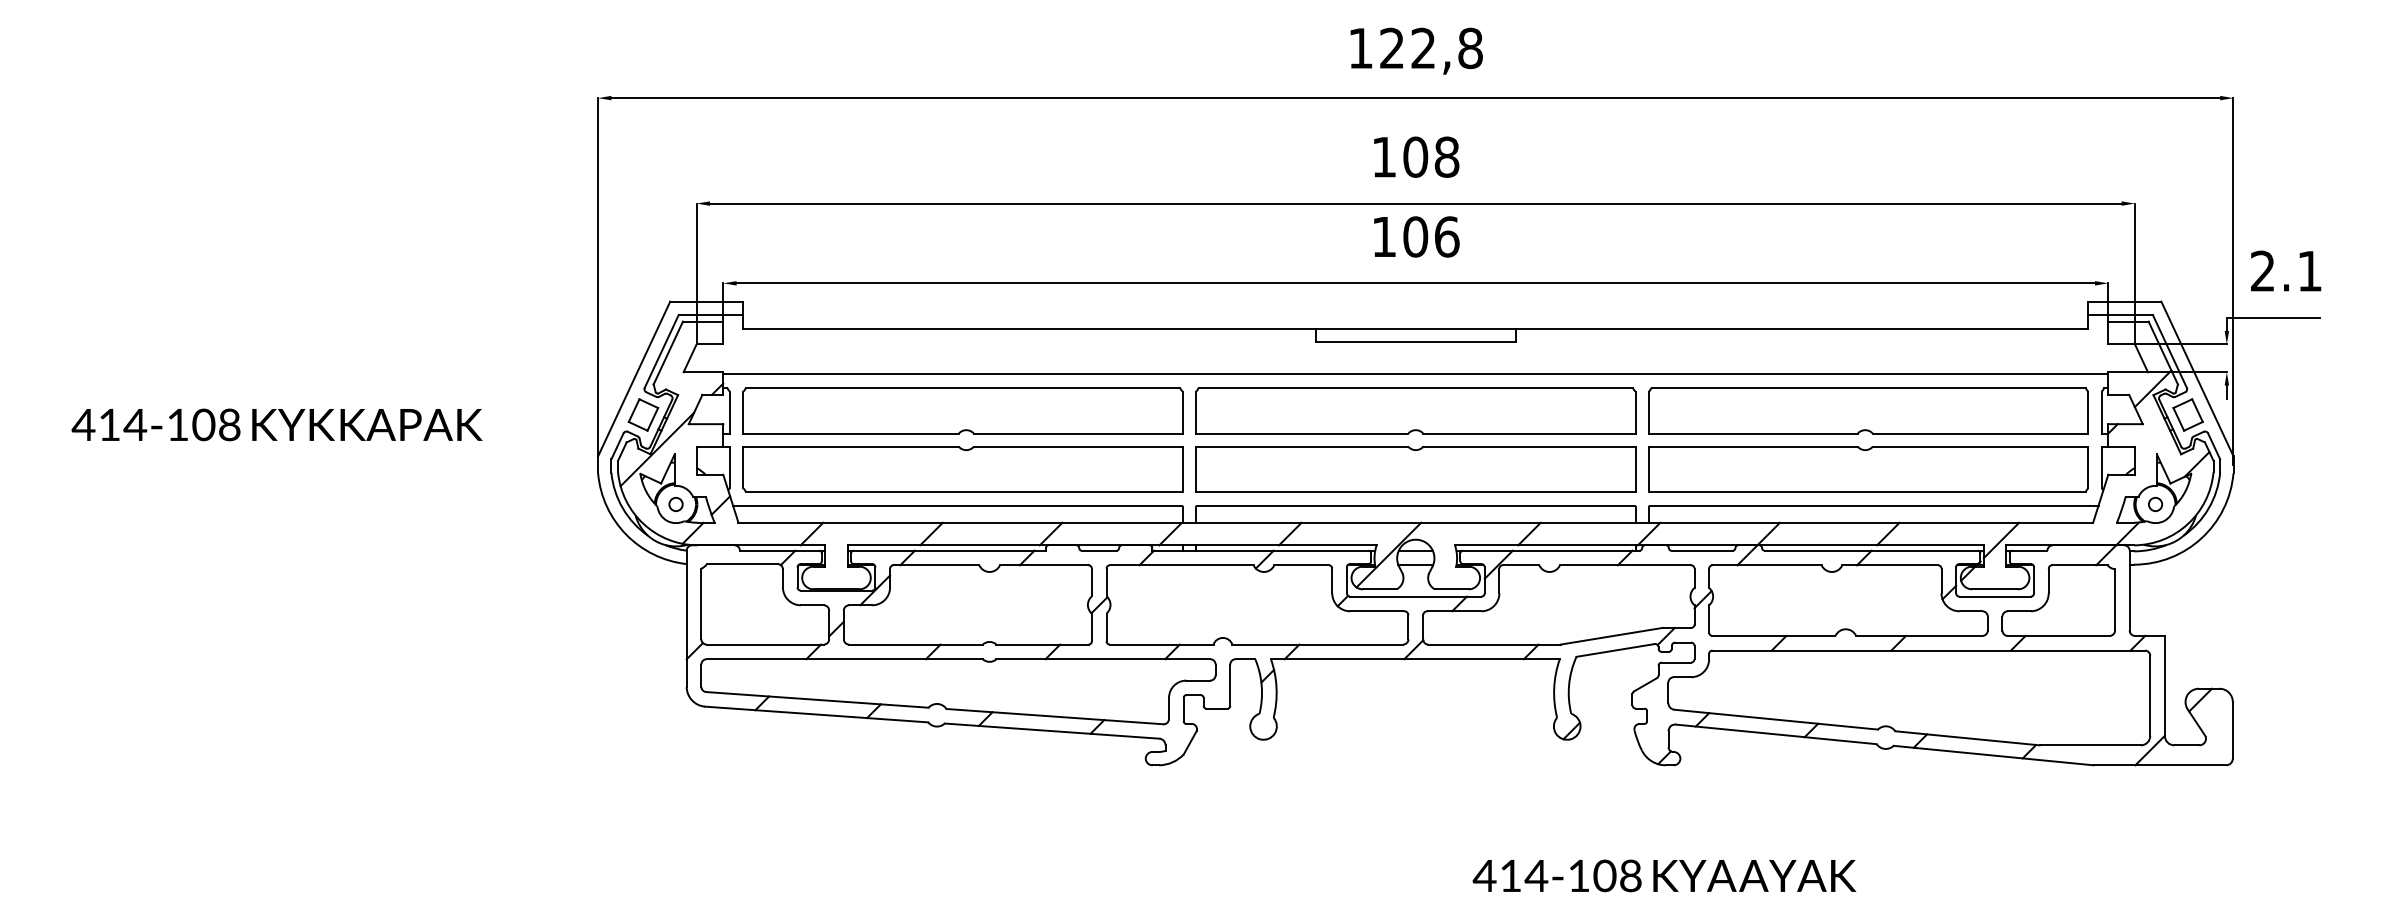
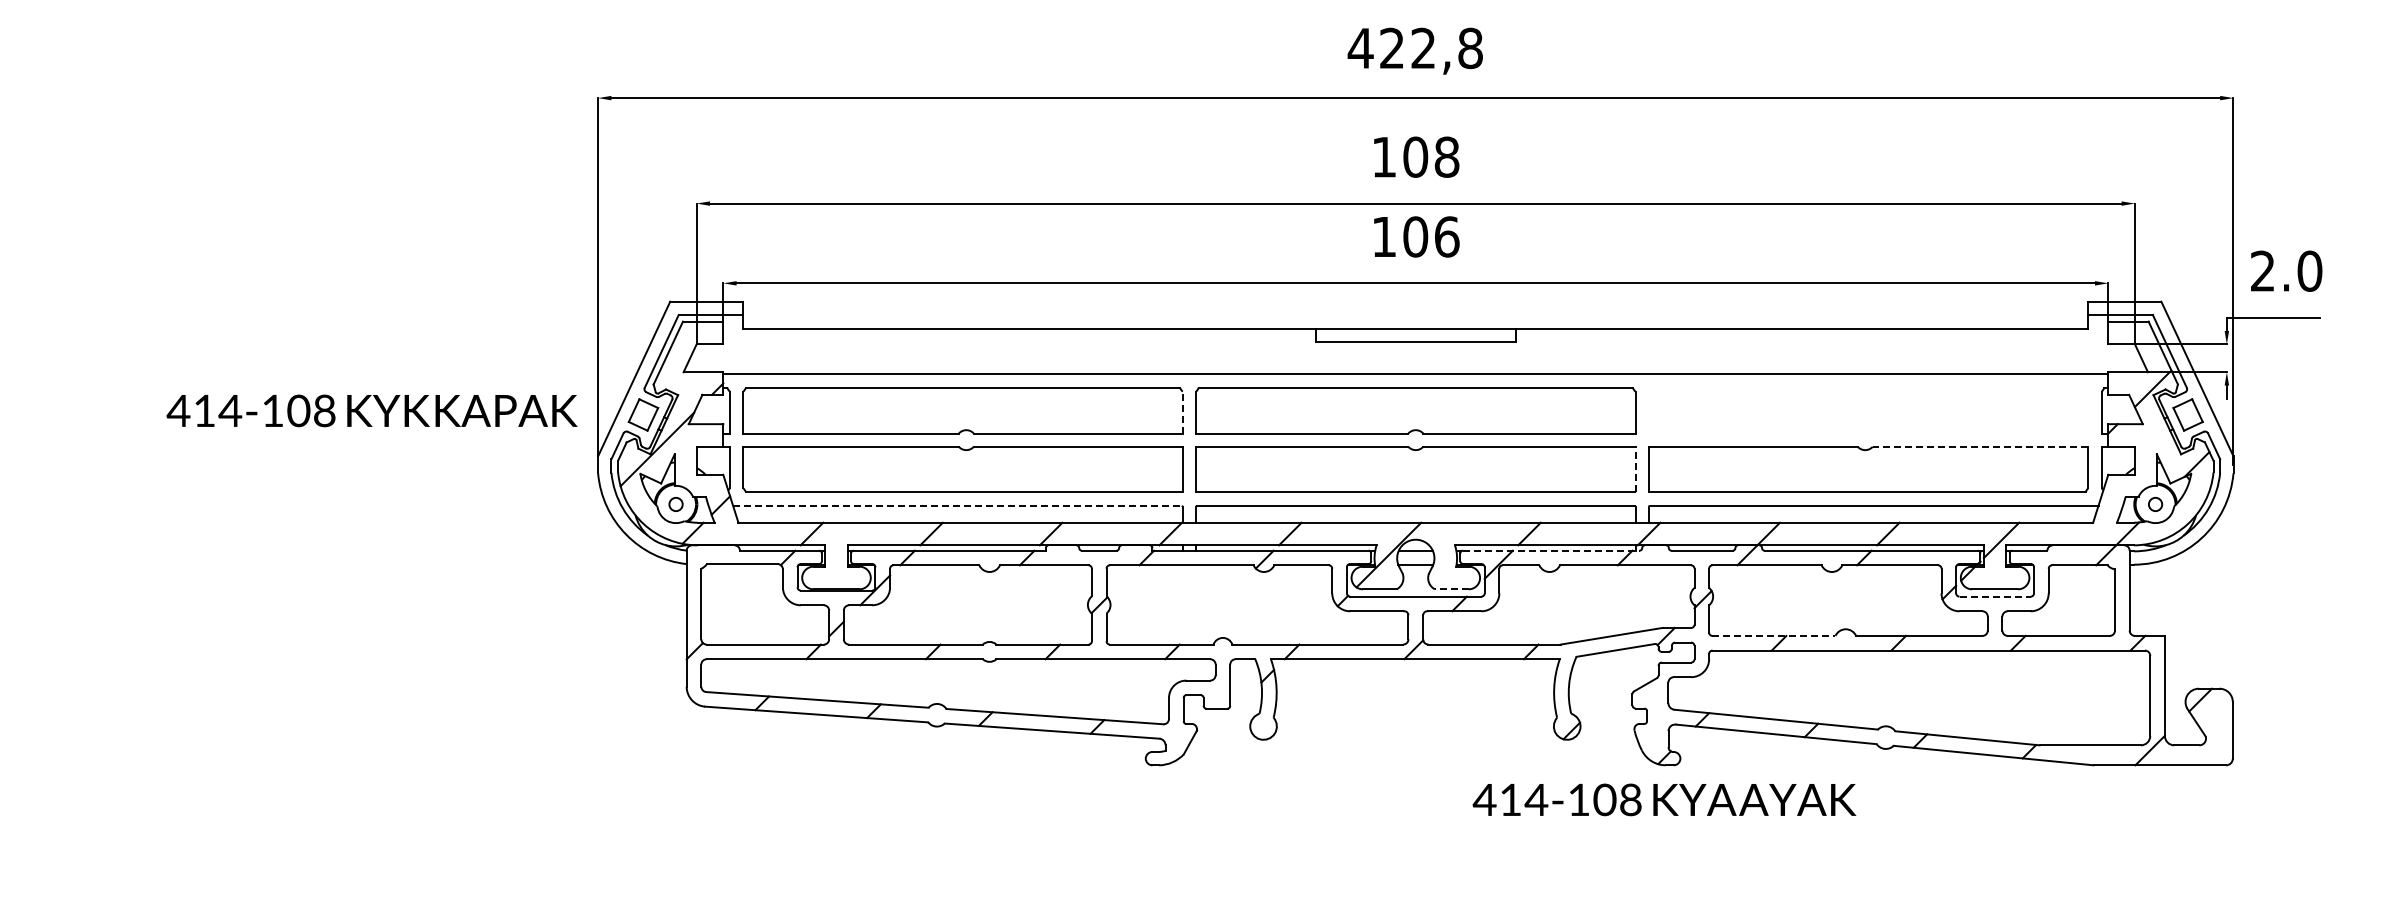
text at (1360, 48): 122,8 -> 422,8
text at (2309, 270): 2.1 -> 2.0
part at (1868, 410): present -> none
line at (1182, 412): solid -> dashed
text at (276, 424) position: (276, 424) -> (371, 410)
line at (1980, 446): solid -> dashed
line at (1635, 468): solid -> dashed
line at (958, 505): solid -> dashed
line at (1551, 550): solid -> dashed
line at (1451, 589): solid -> dashed
line at (1995, 596): solid -> dashed
line at (1773, 635): solid -> dashed
text at (1664, 875) position: (1664, 875) -> (1664, 799)
